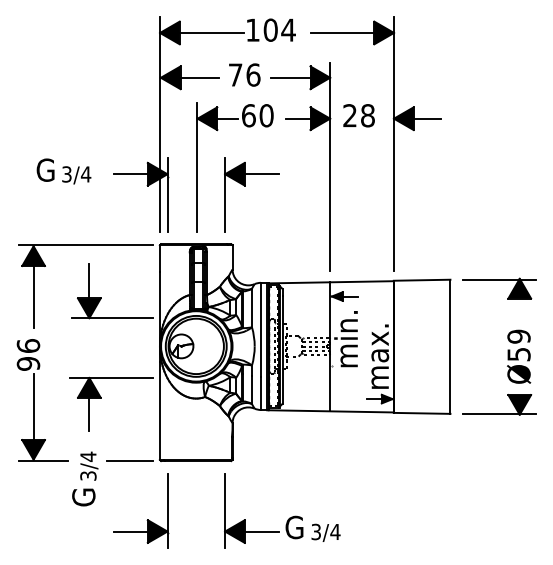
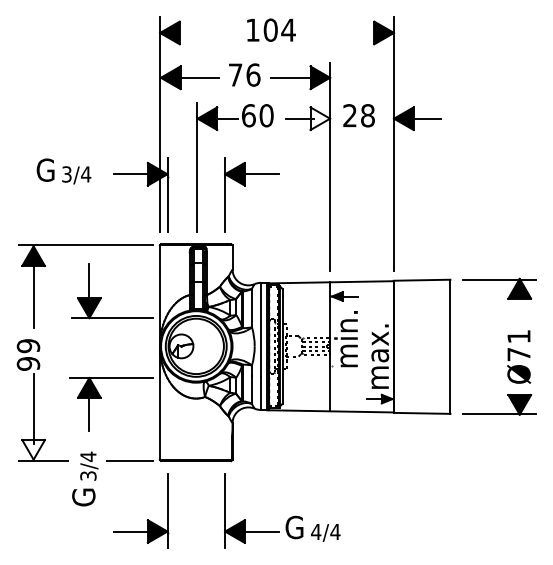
line at (208, 32): present -> none
line at (346, 32): present -> none
fill at (320, 118): present -> none
text at (518, 345): Ø59 -> Ø71
text at (28, 346): 96 -> 99
fill at (33, 449): present -> none
text at (316, 531): 3/4 -> 4/4
